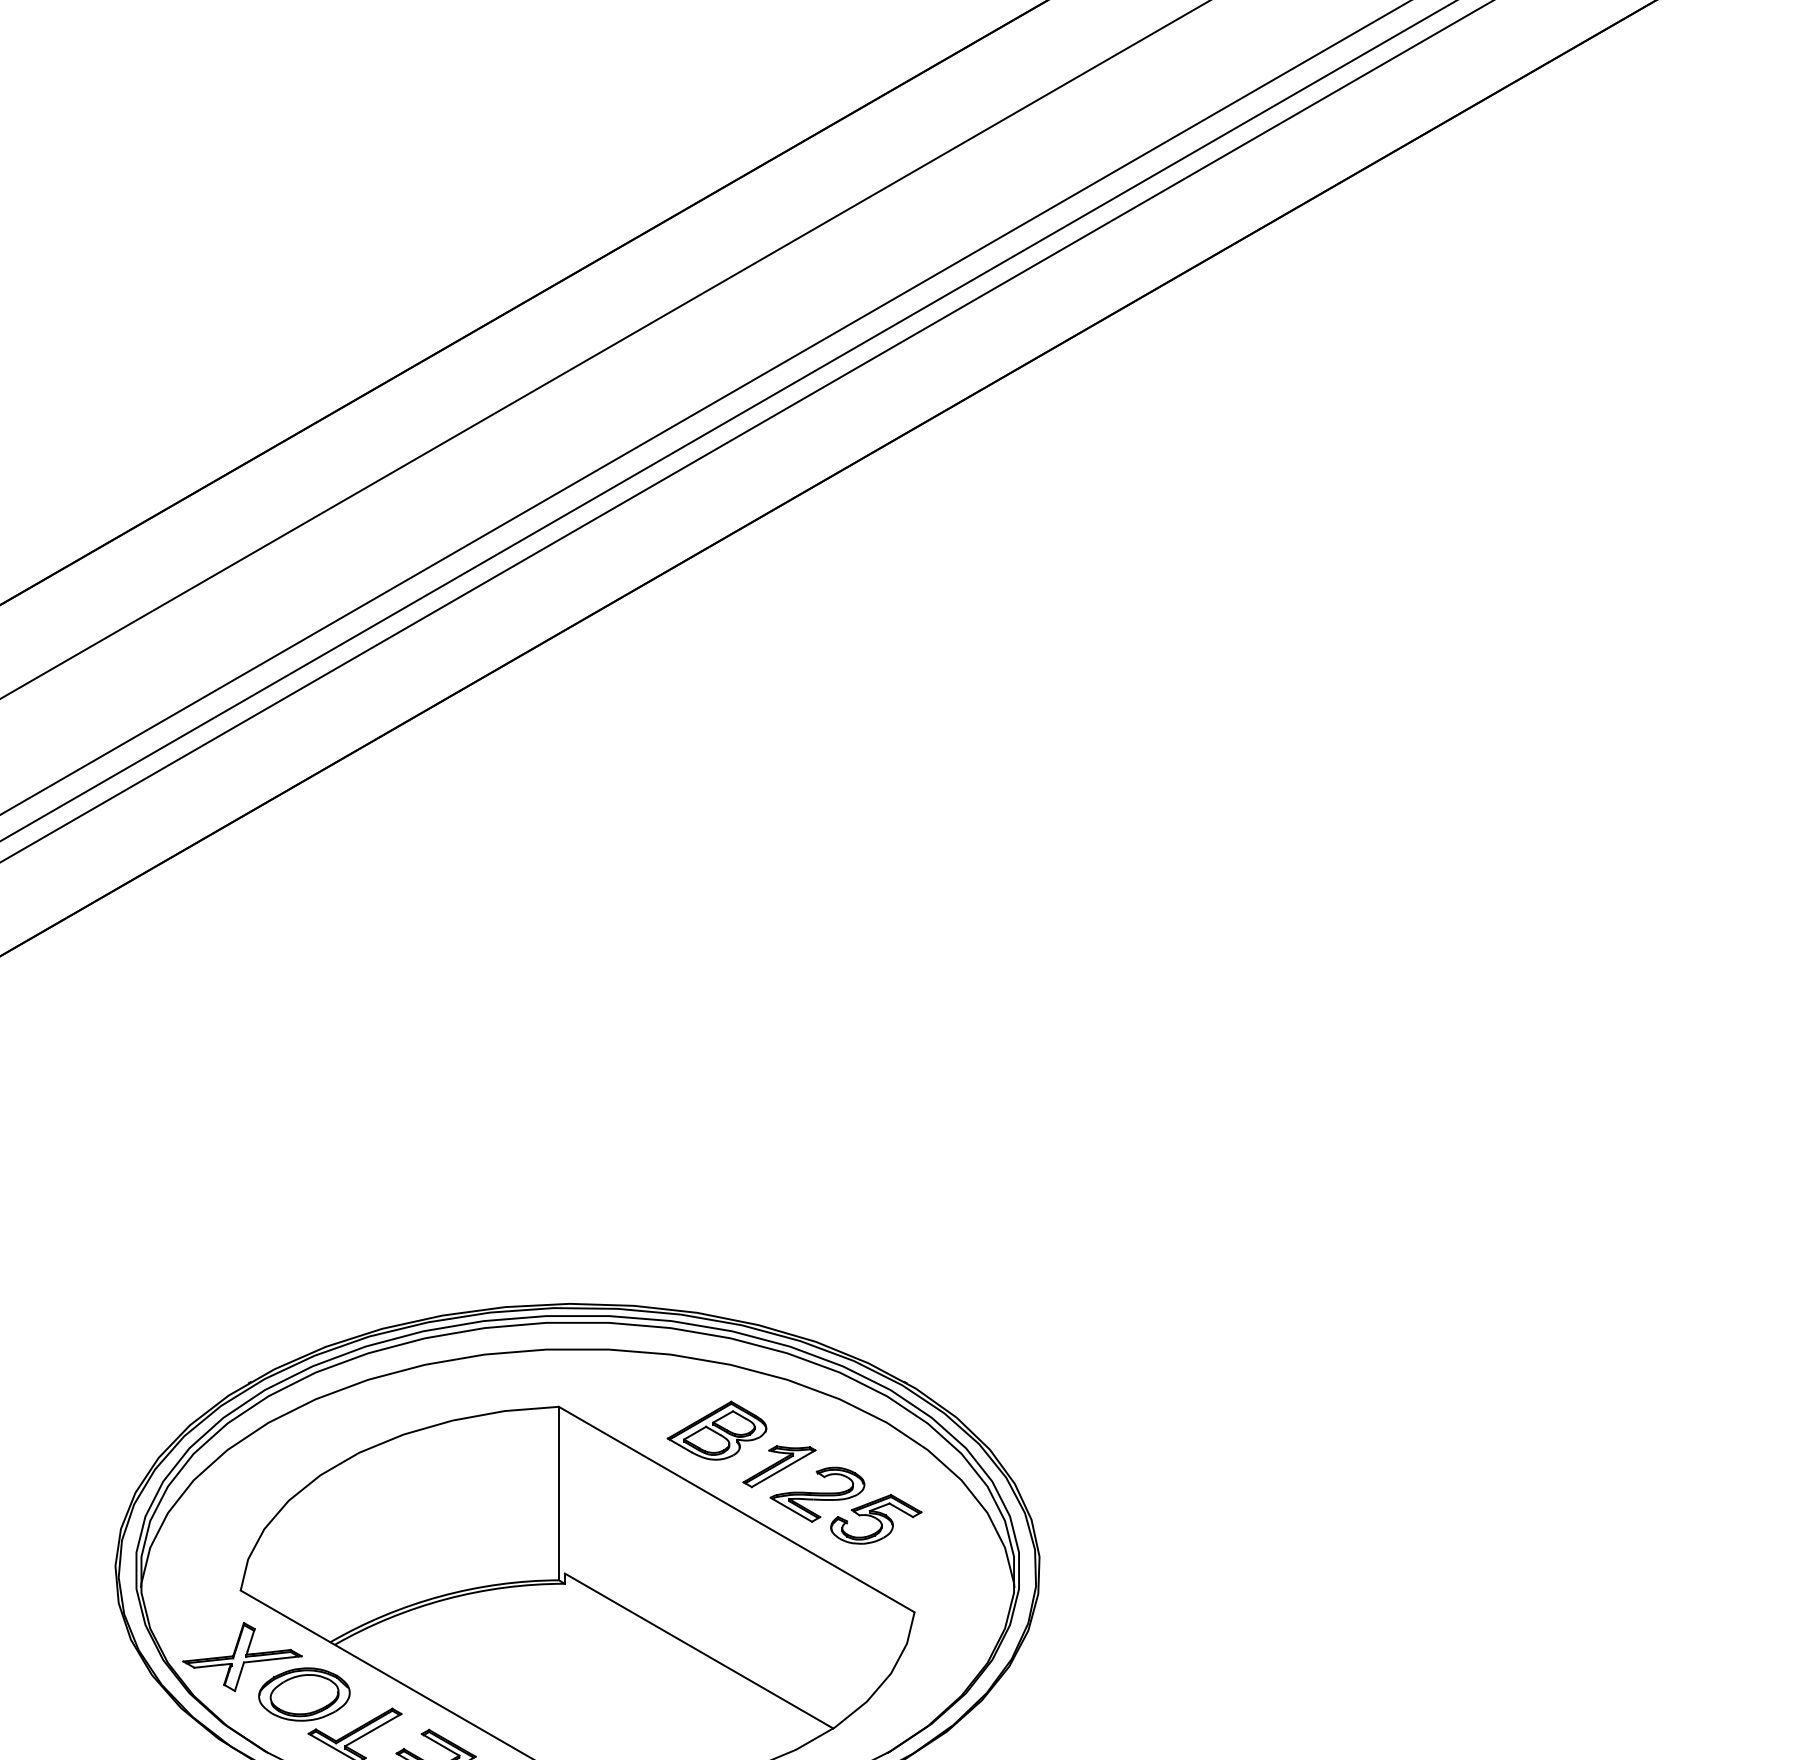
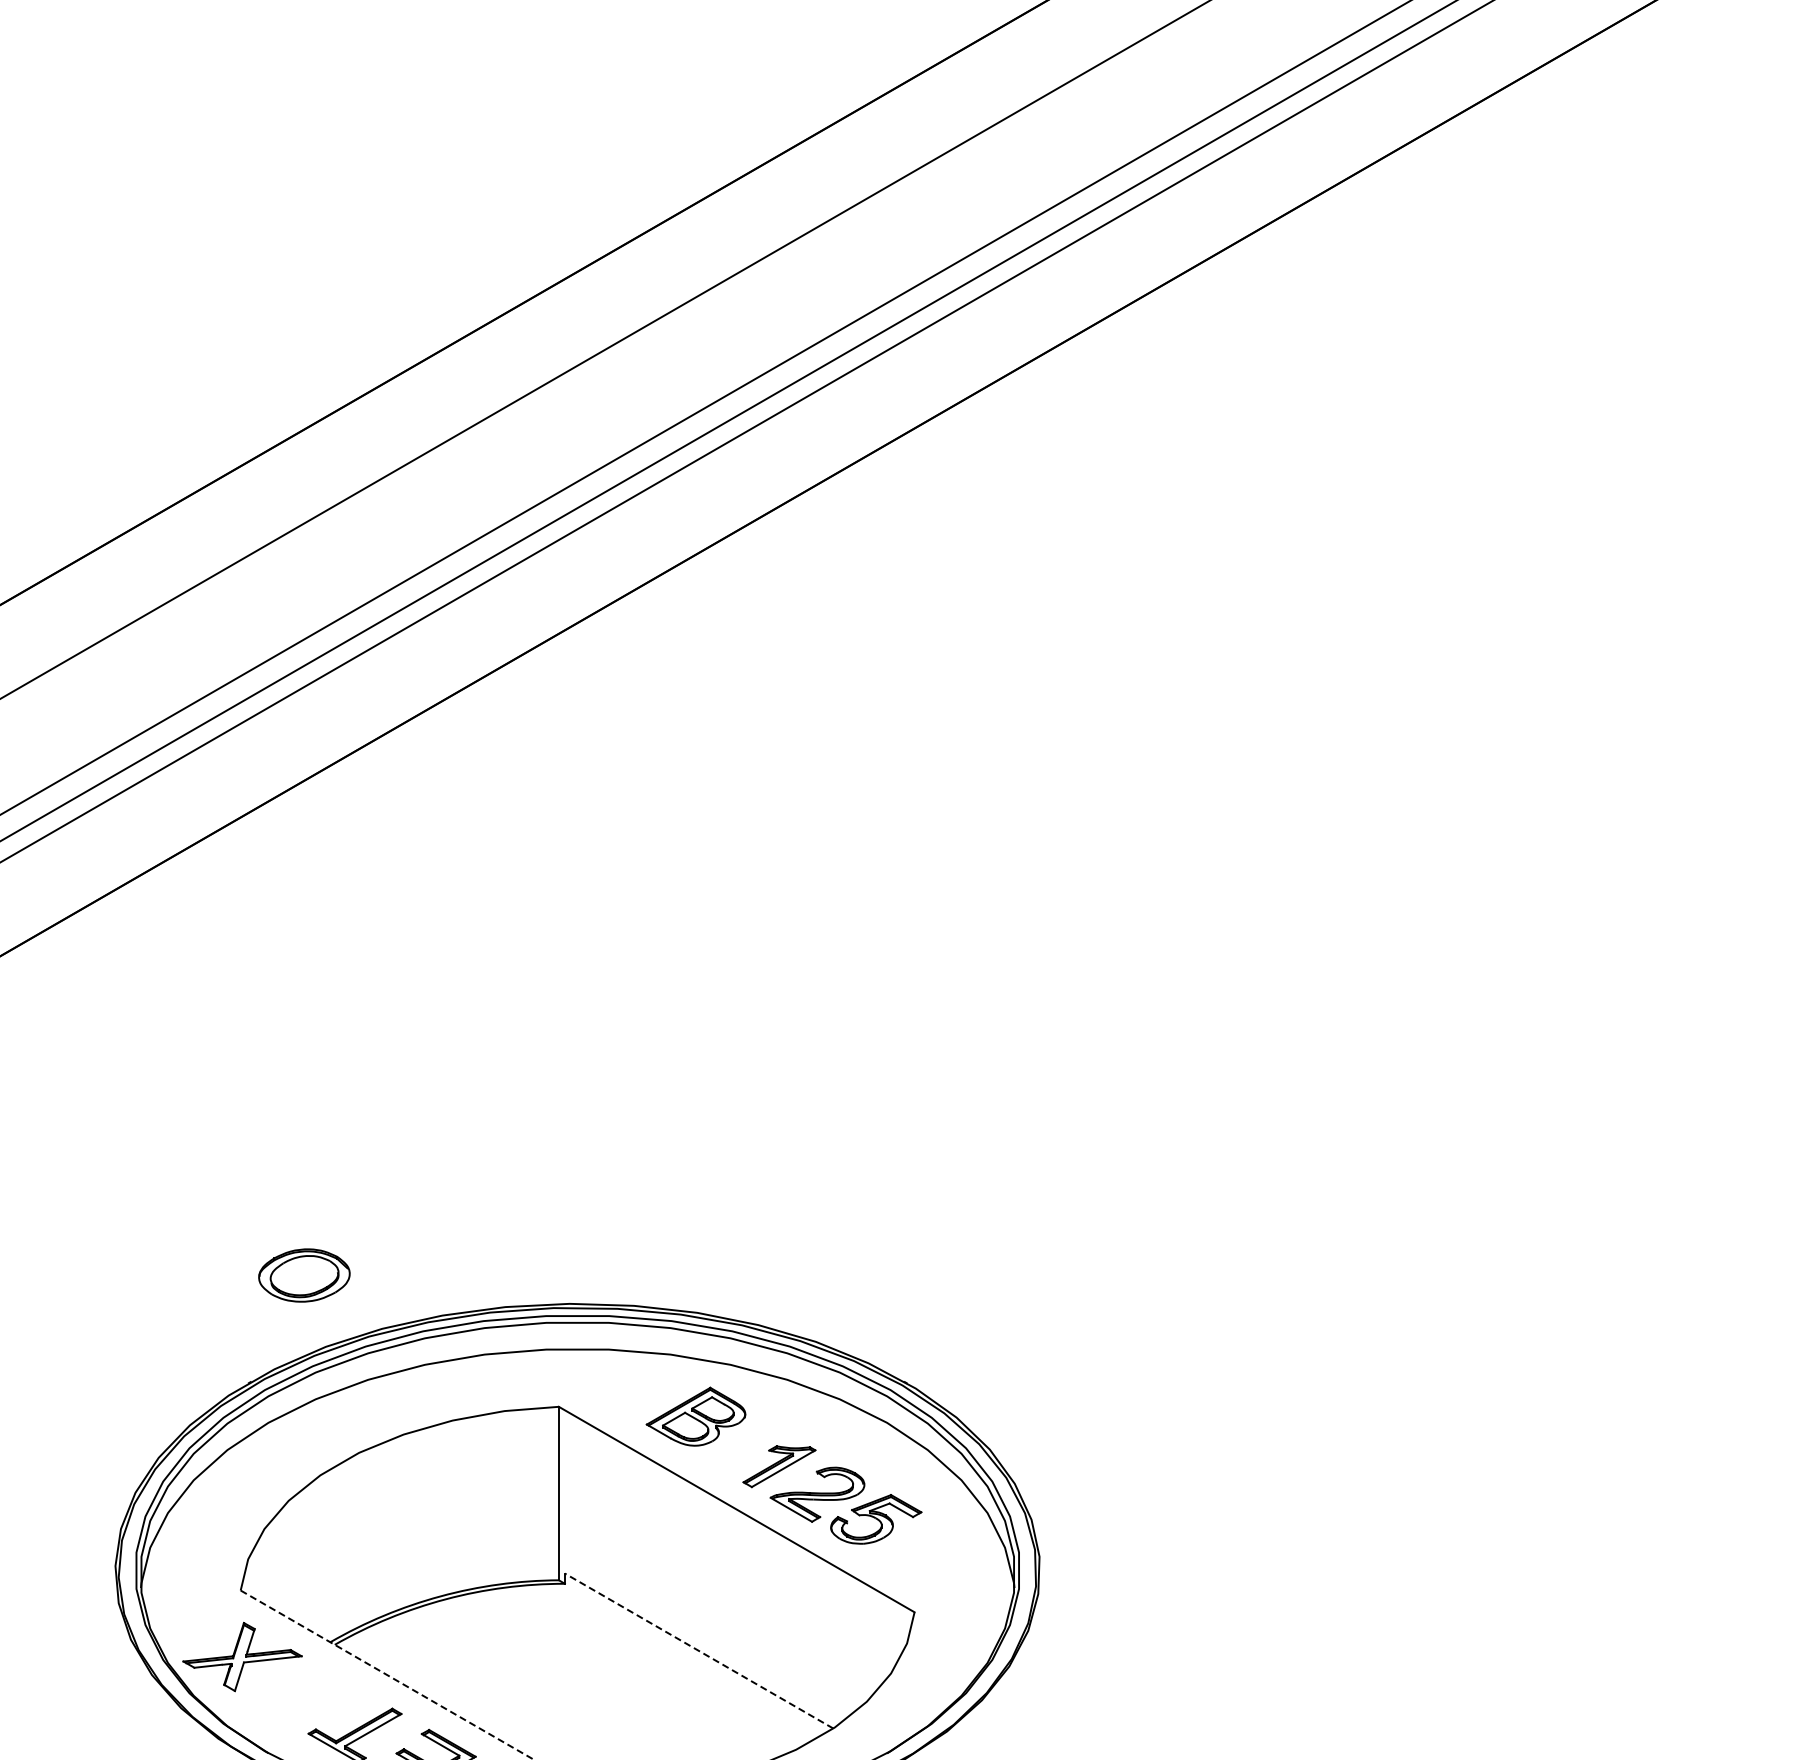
part at (716, 1430) position: (716, 1430) -> (695, 1416)
line at (699, 1651): solid -> dashed
line at (387, 1675): solid -> dashed
part at (304, 1694) position: (304, 1694) -> (304, 1275)
